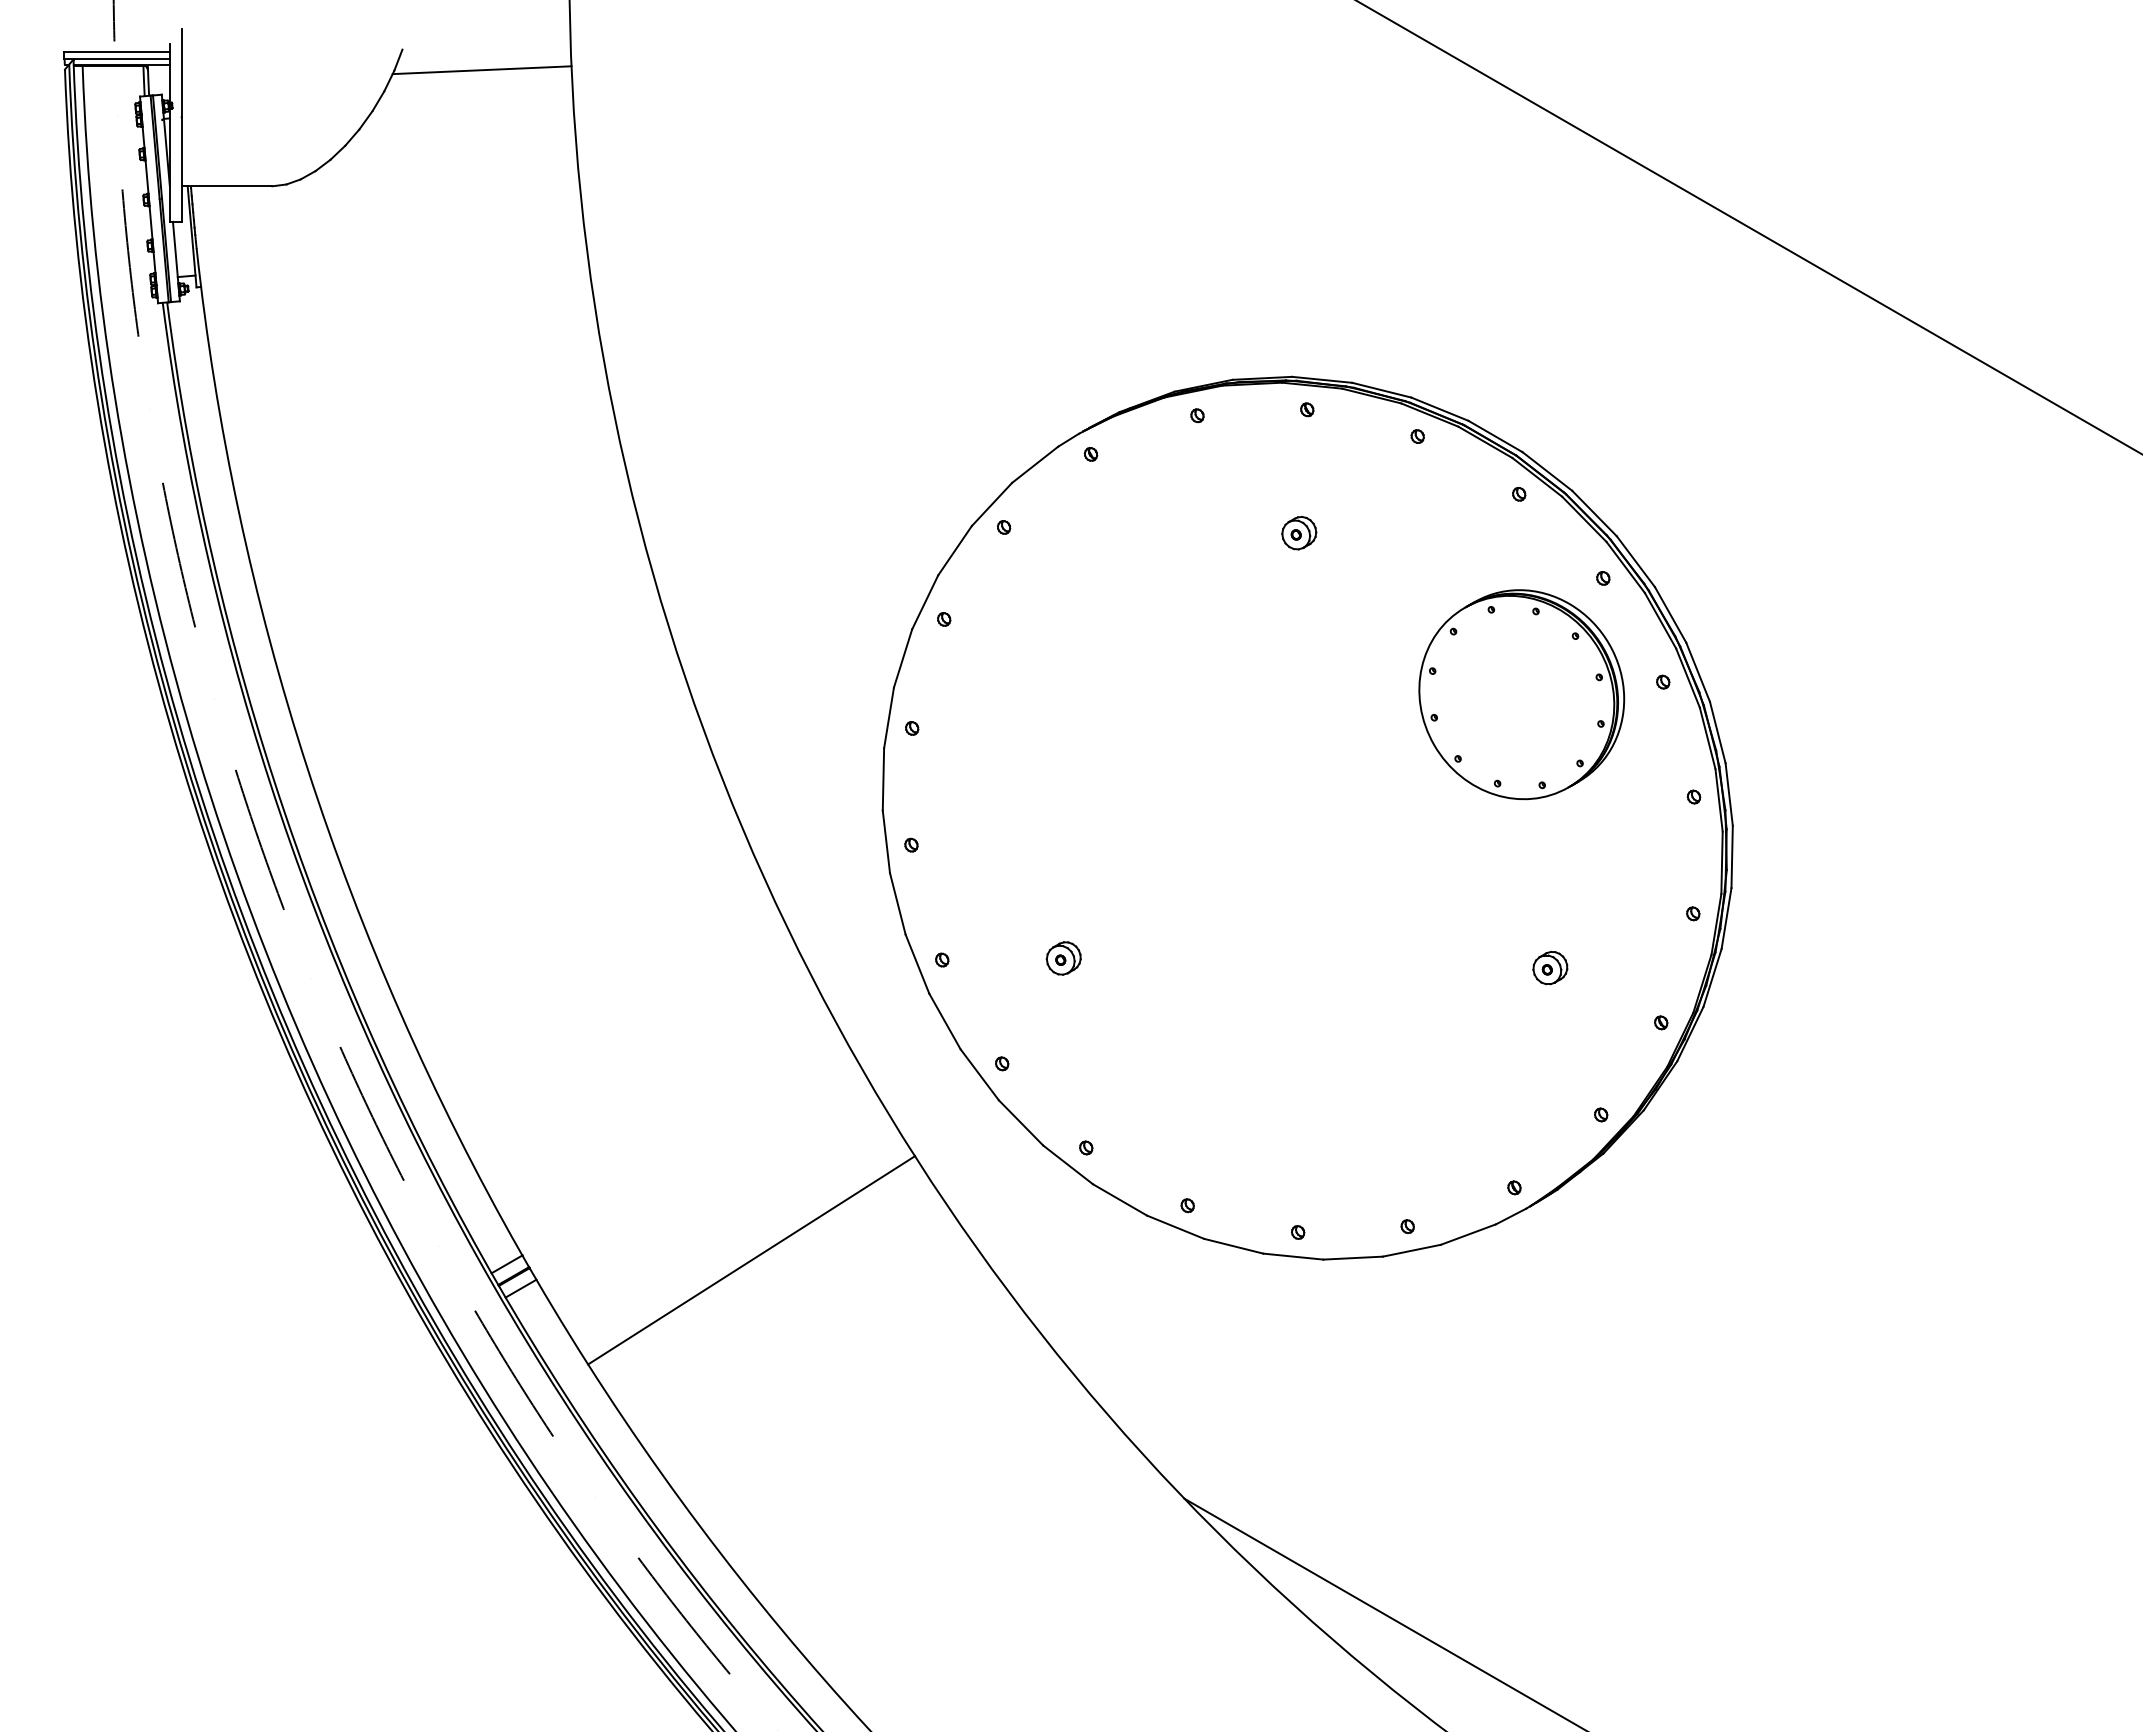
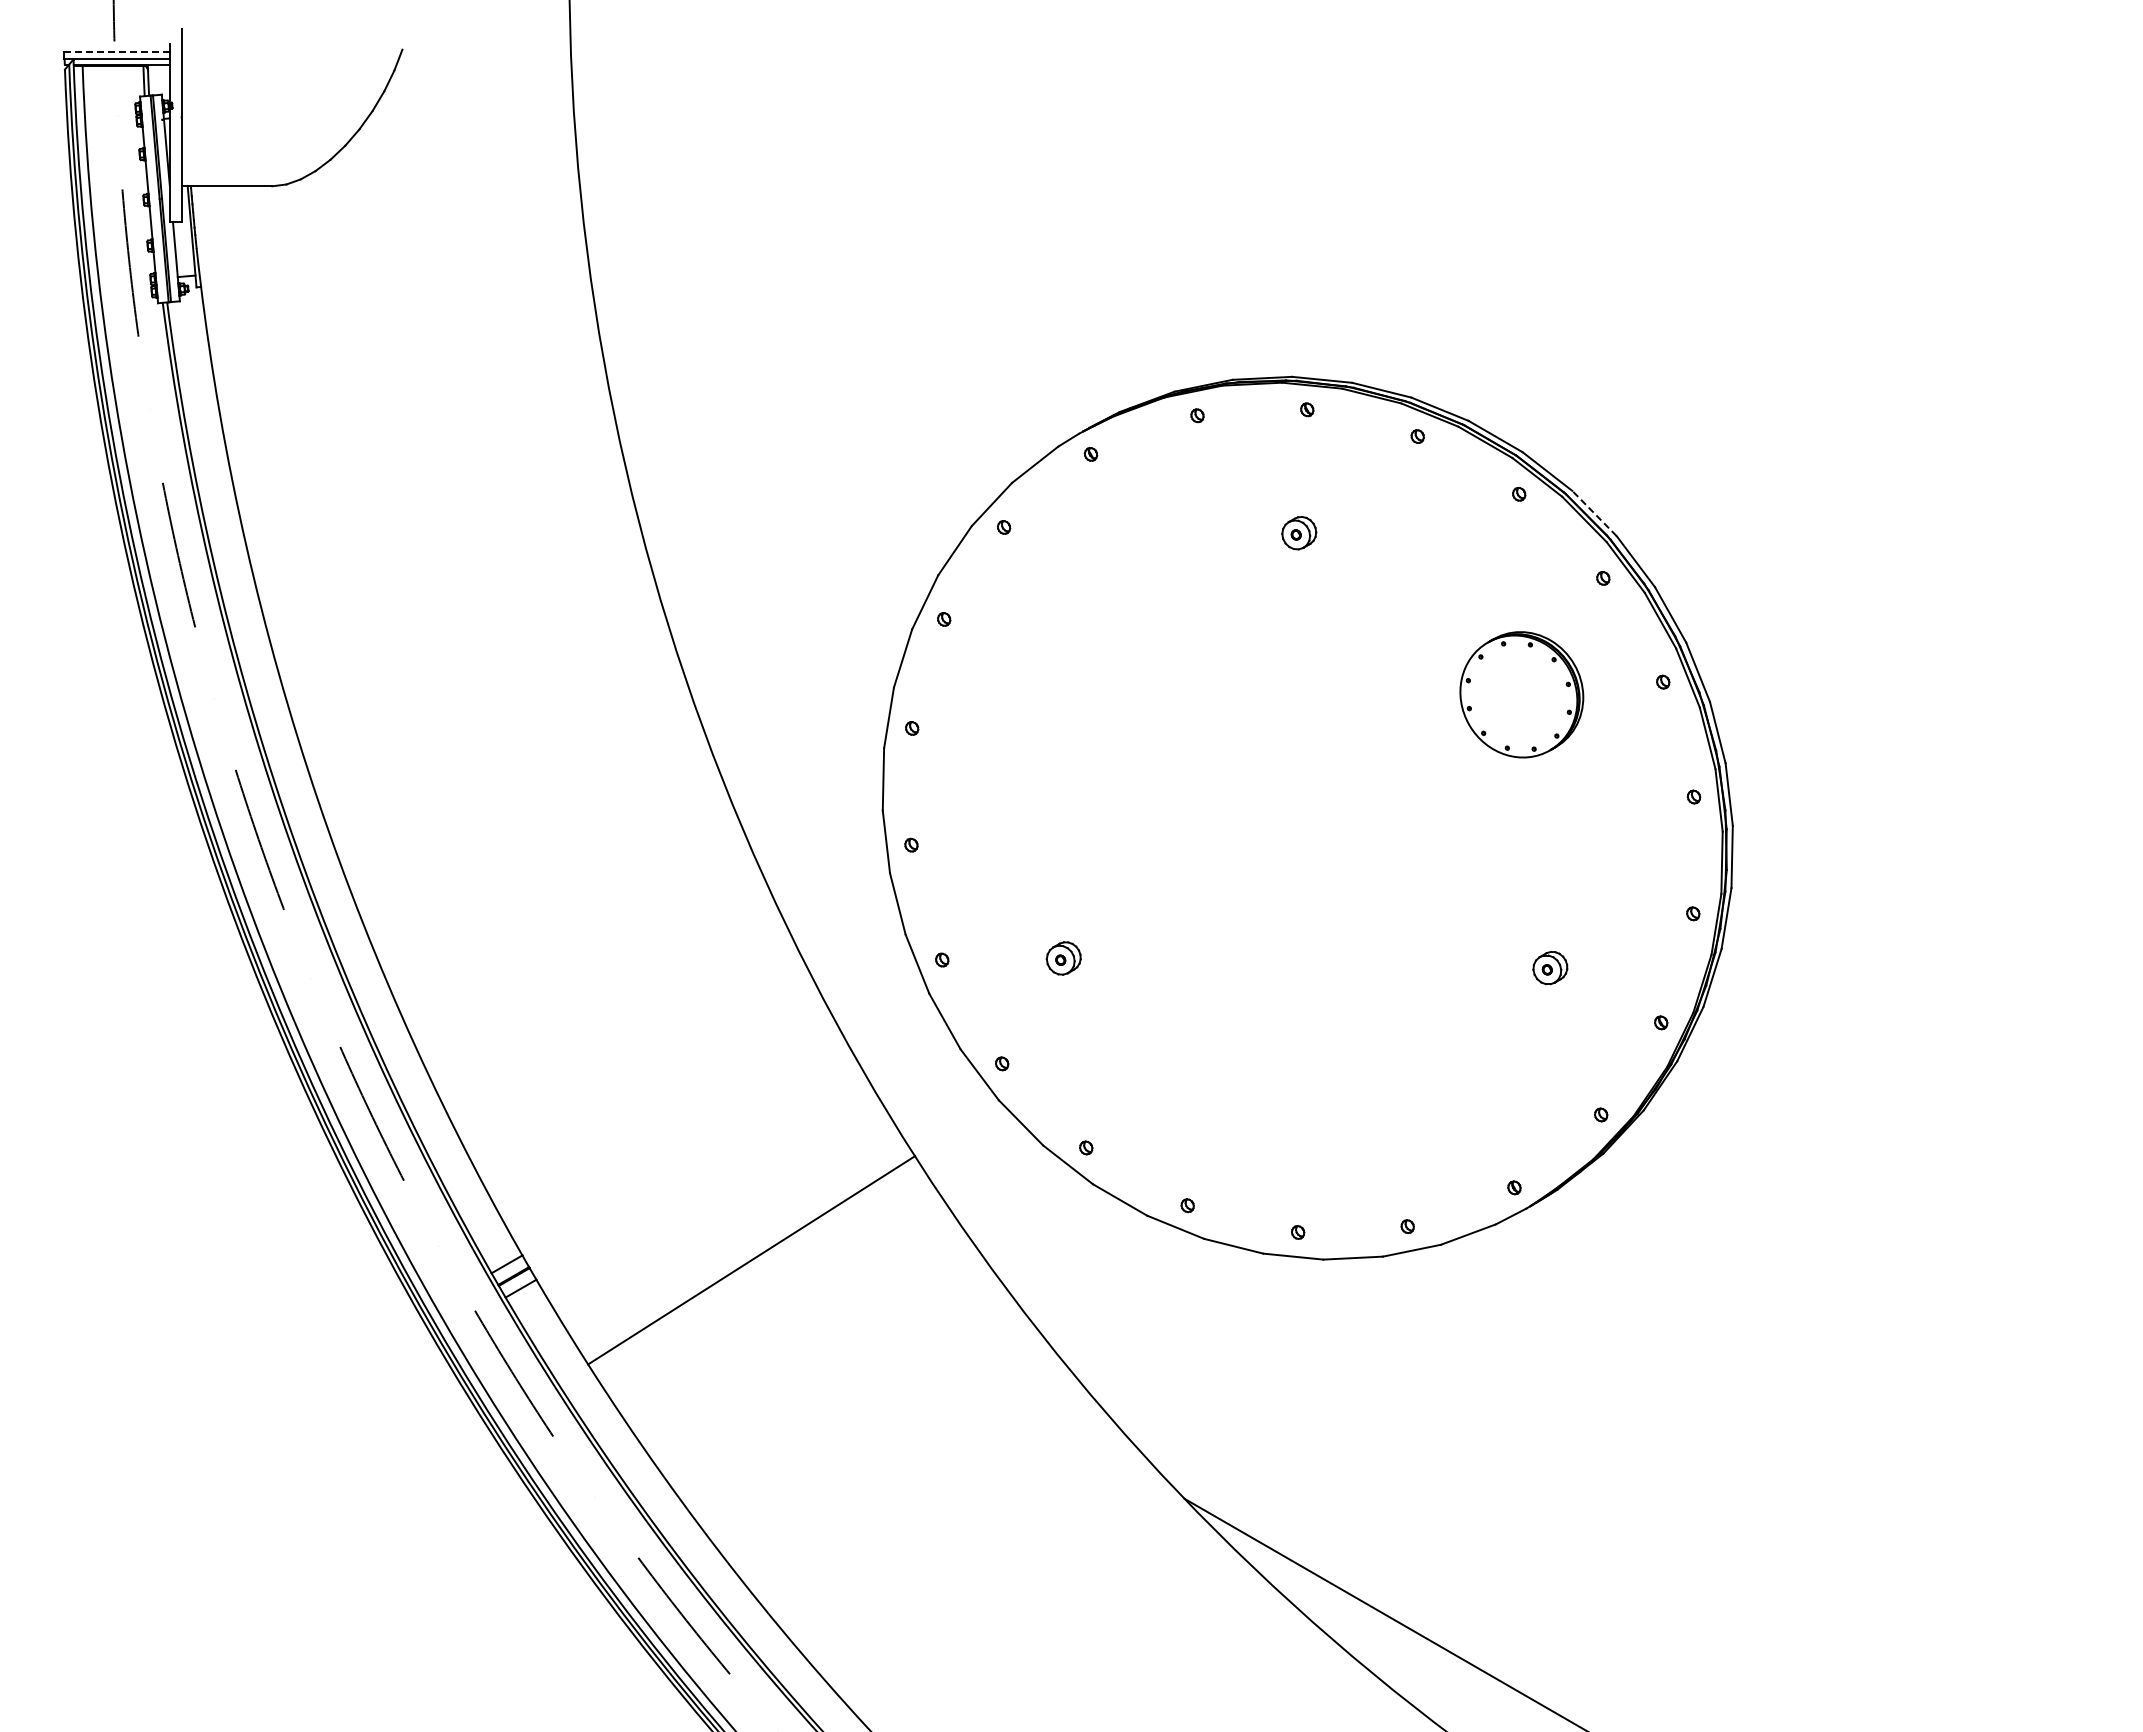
line at (117, 51): solid -> dashed
line at (481, 70): present -> none
line at (1749, 227): present -> none
line at (1594, 513): solid -> dashed
part at (1521, 694) size: 208x212 px -> 126x128 px
